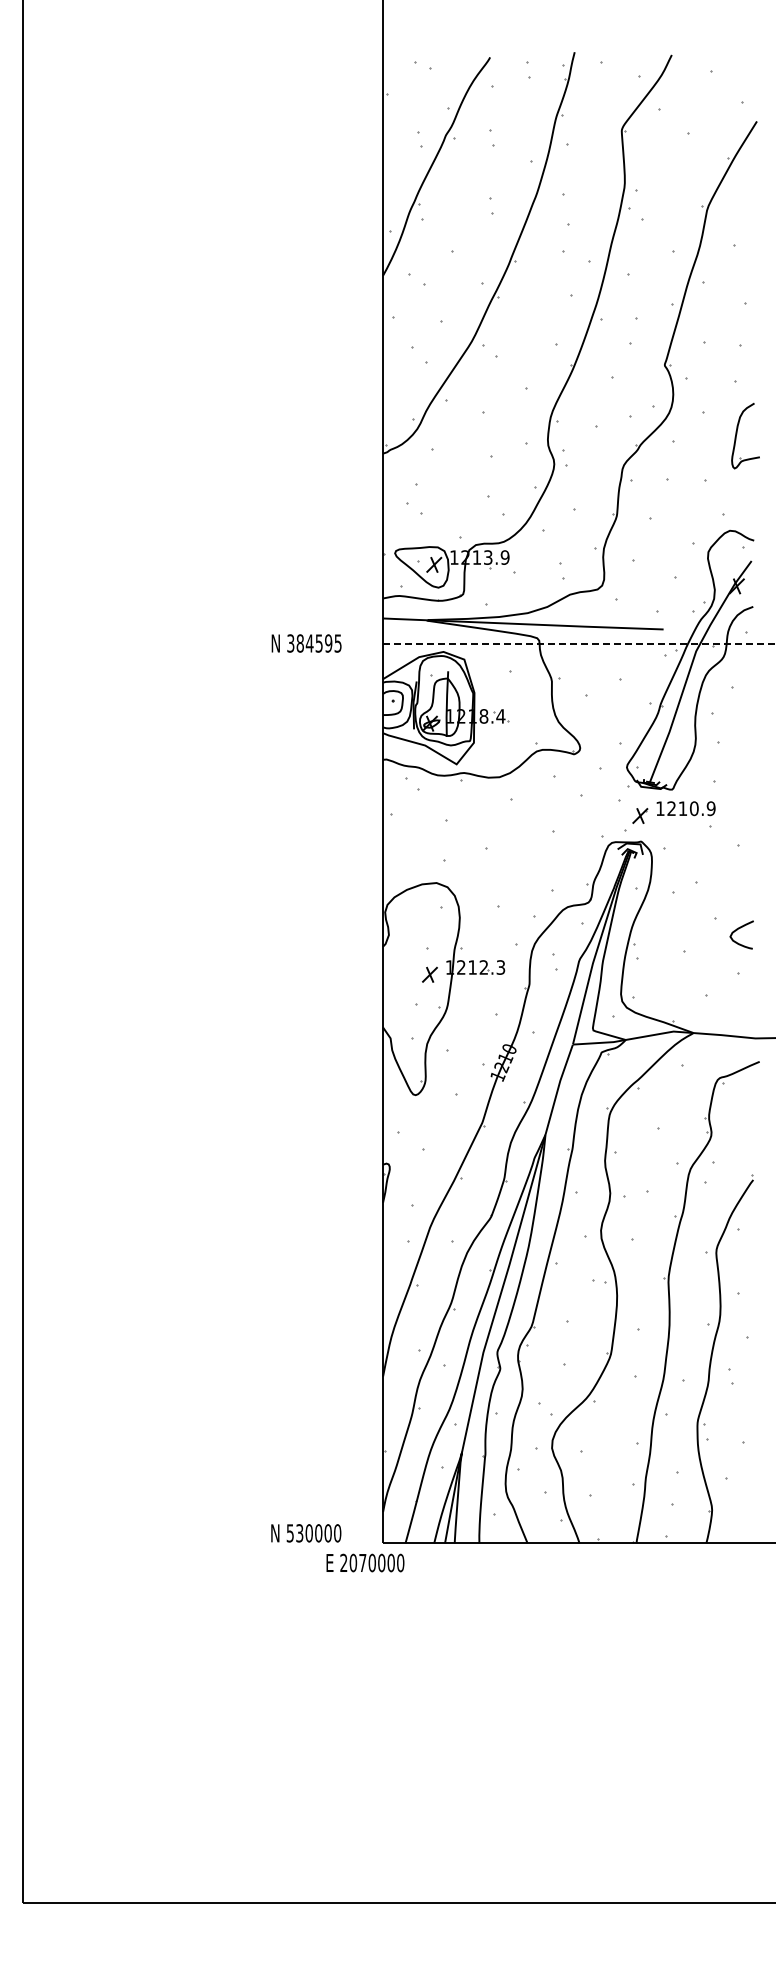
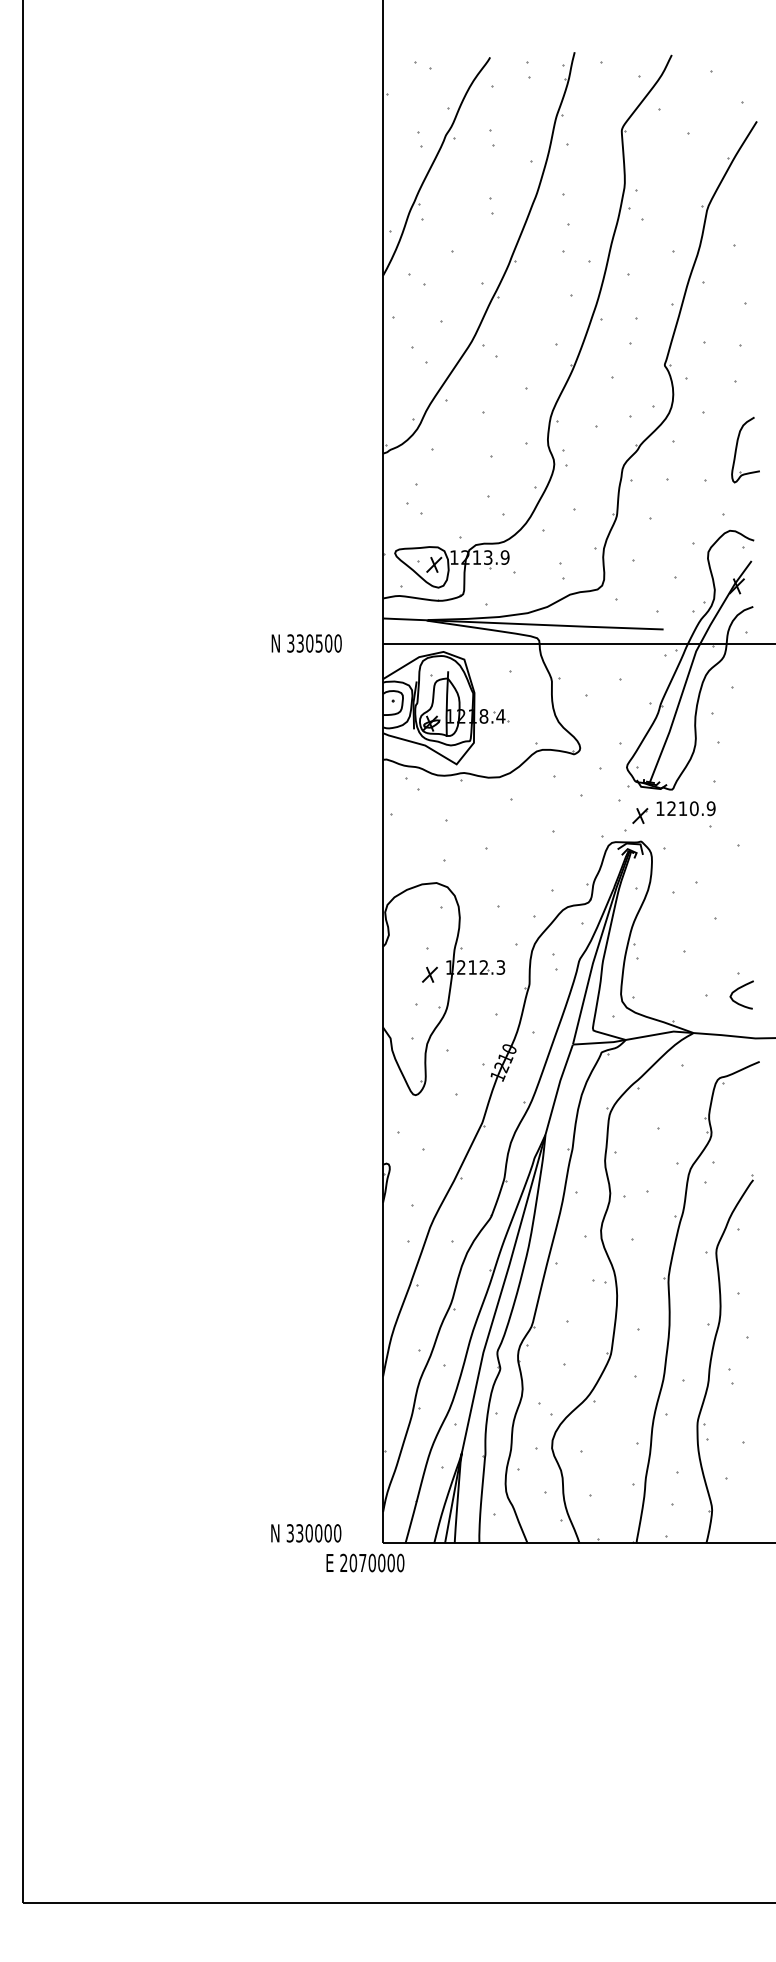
part at (737, 434) position: (737, 434) -> (737, 448)
text at (318, 643): 384595 -> 330500
line at (579, 643): dashed -> solid
curve at (739, 929) position: (739, 929) -> (739, 989)
text at (290, 1532): 530000 -> 330000
